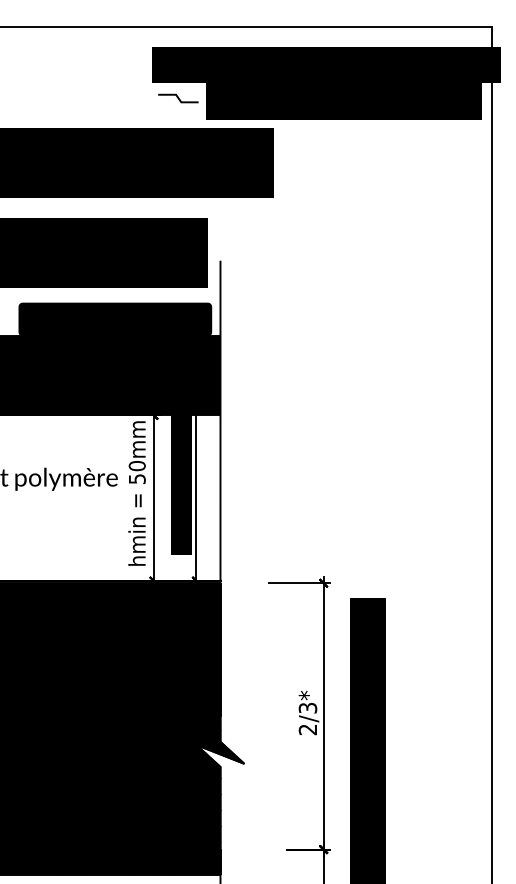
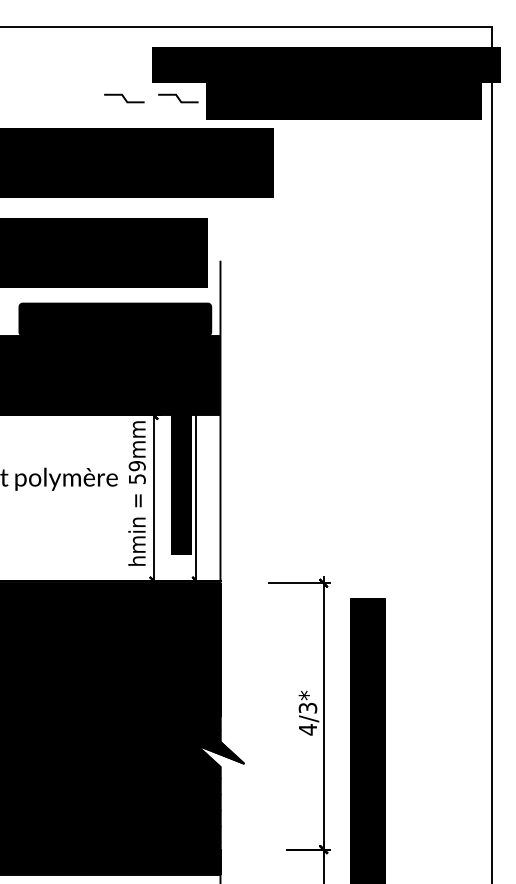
line at (124, 98): none -> present
text at (137, 466): 50mm -> 59mm
text at (307, 729): 2/3* -> 4/3*
